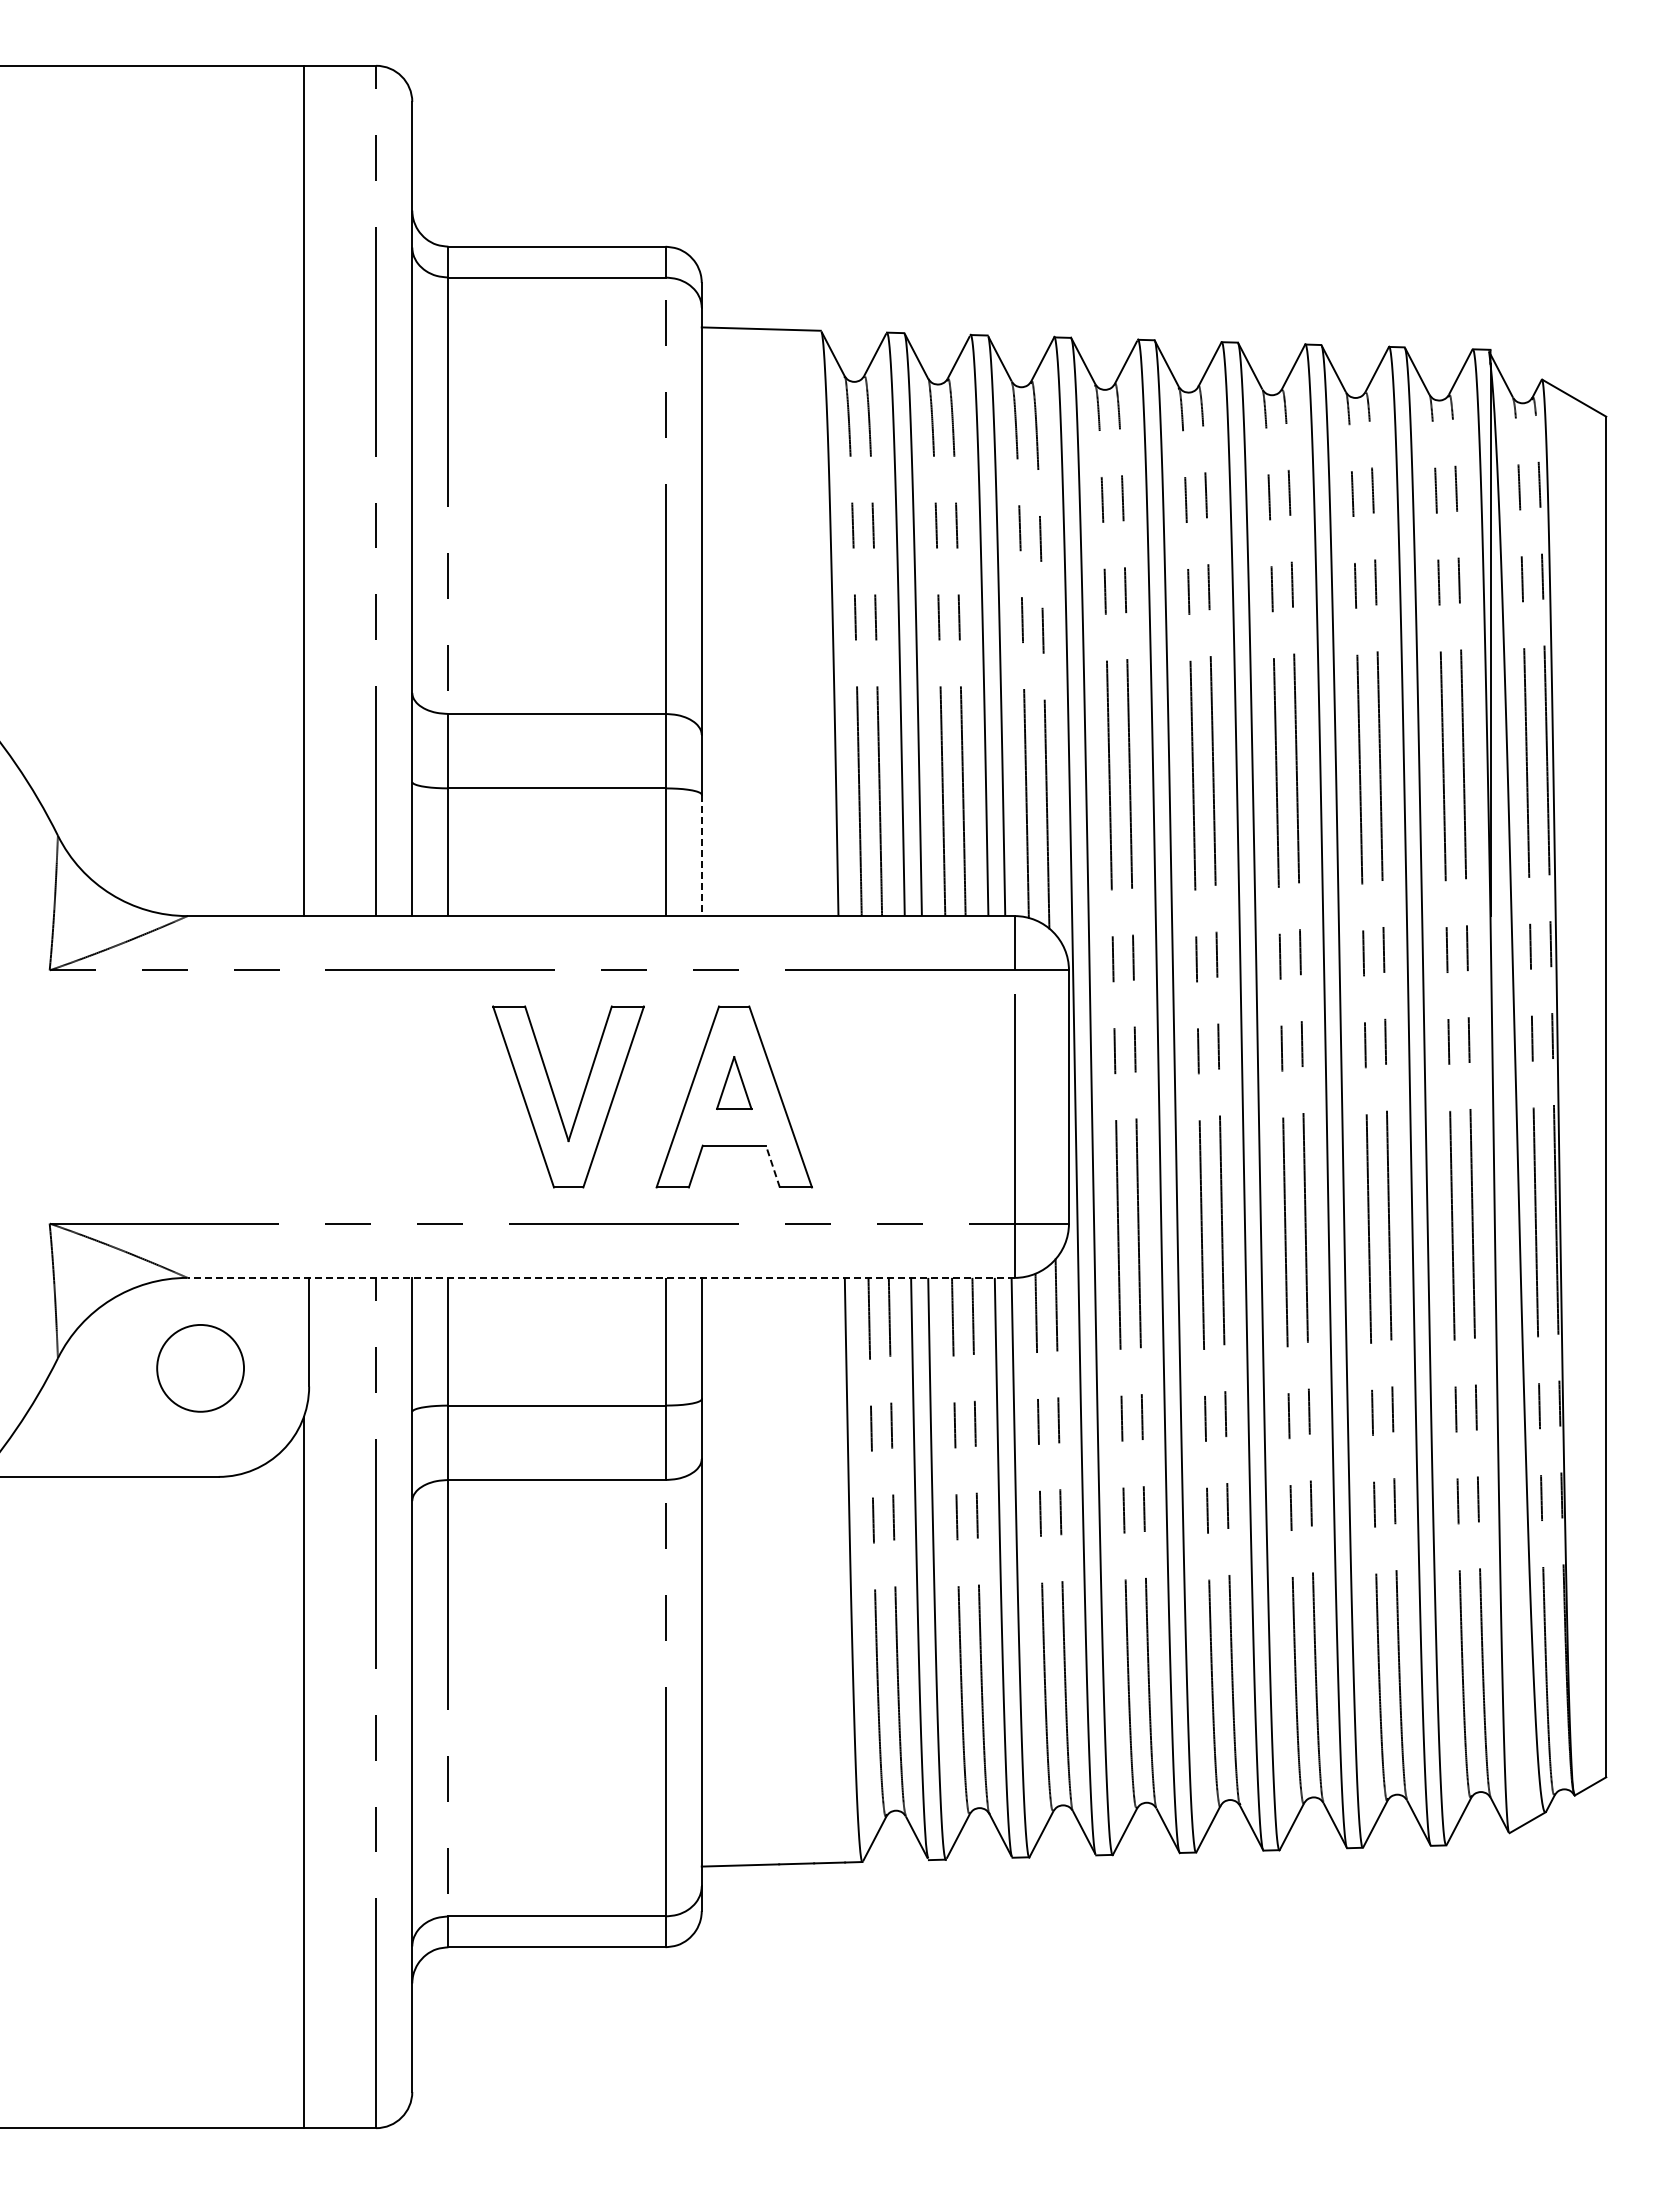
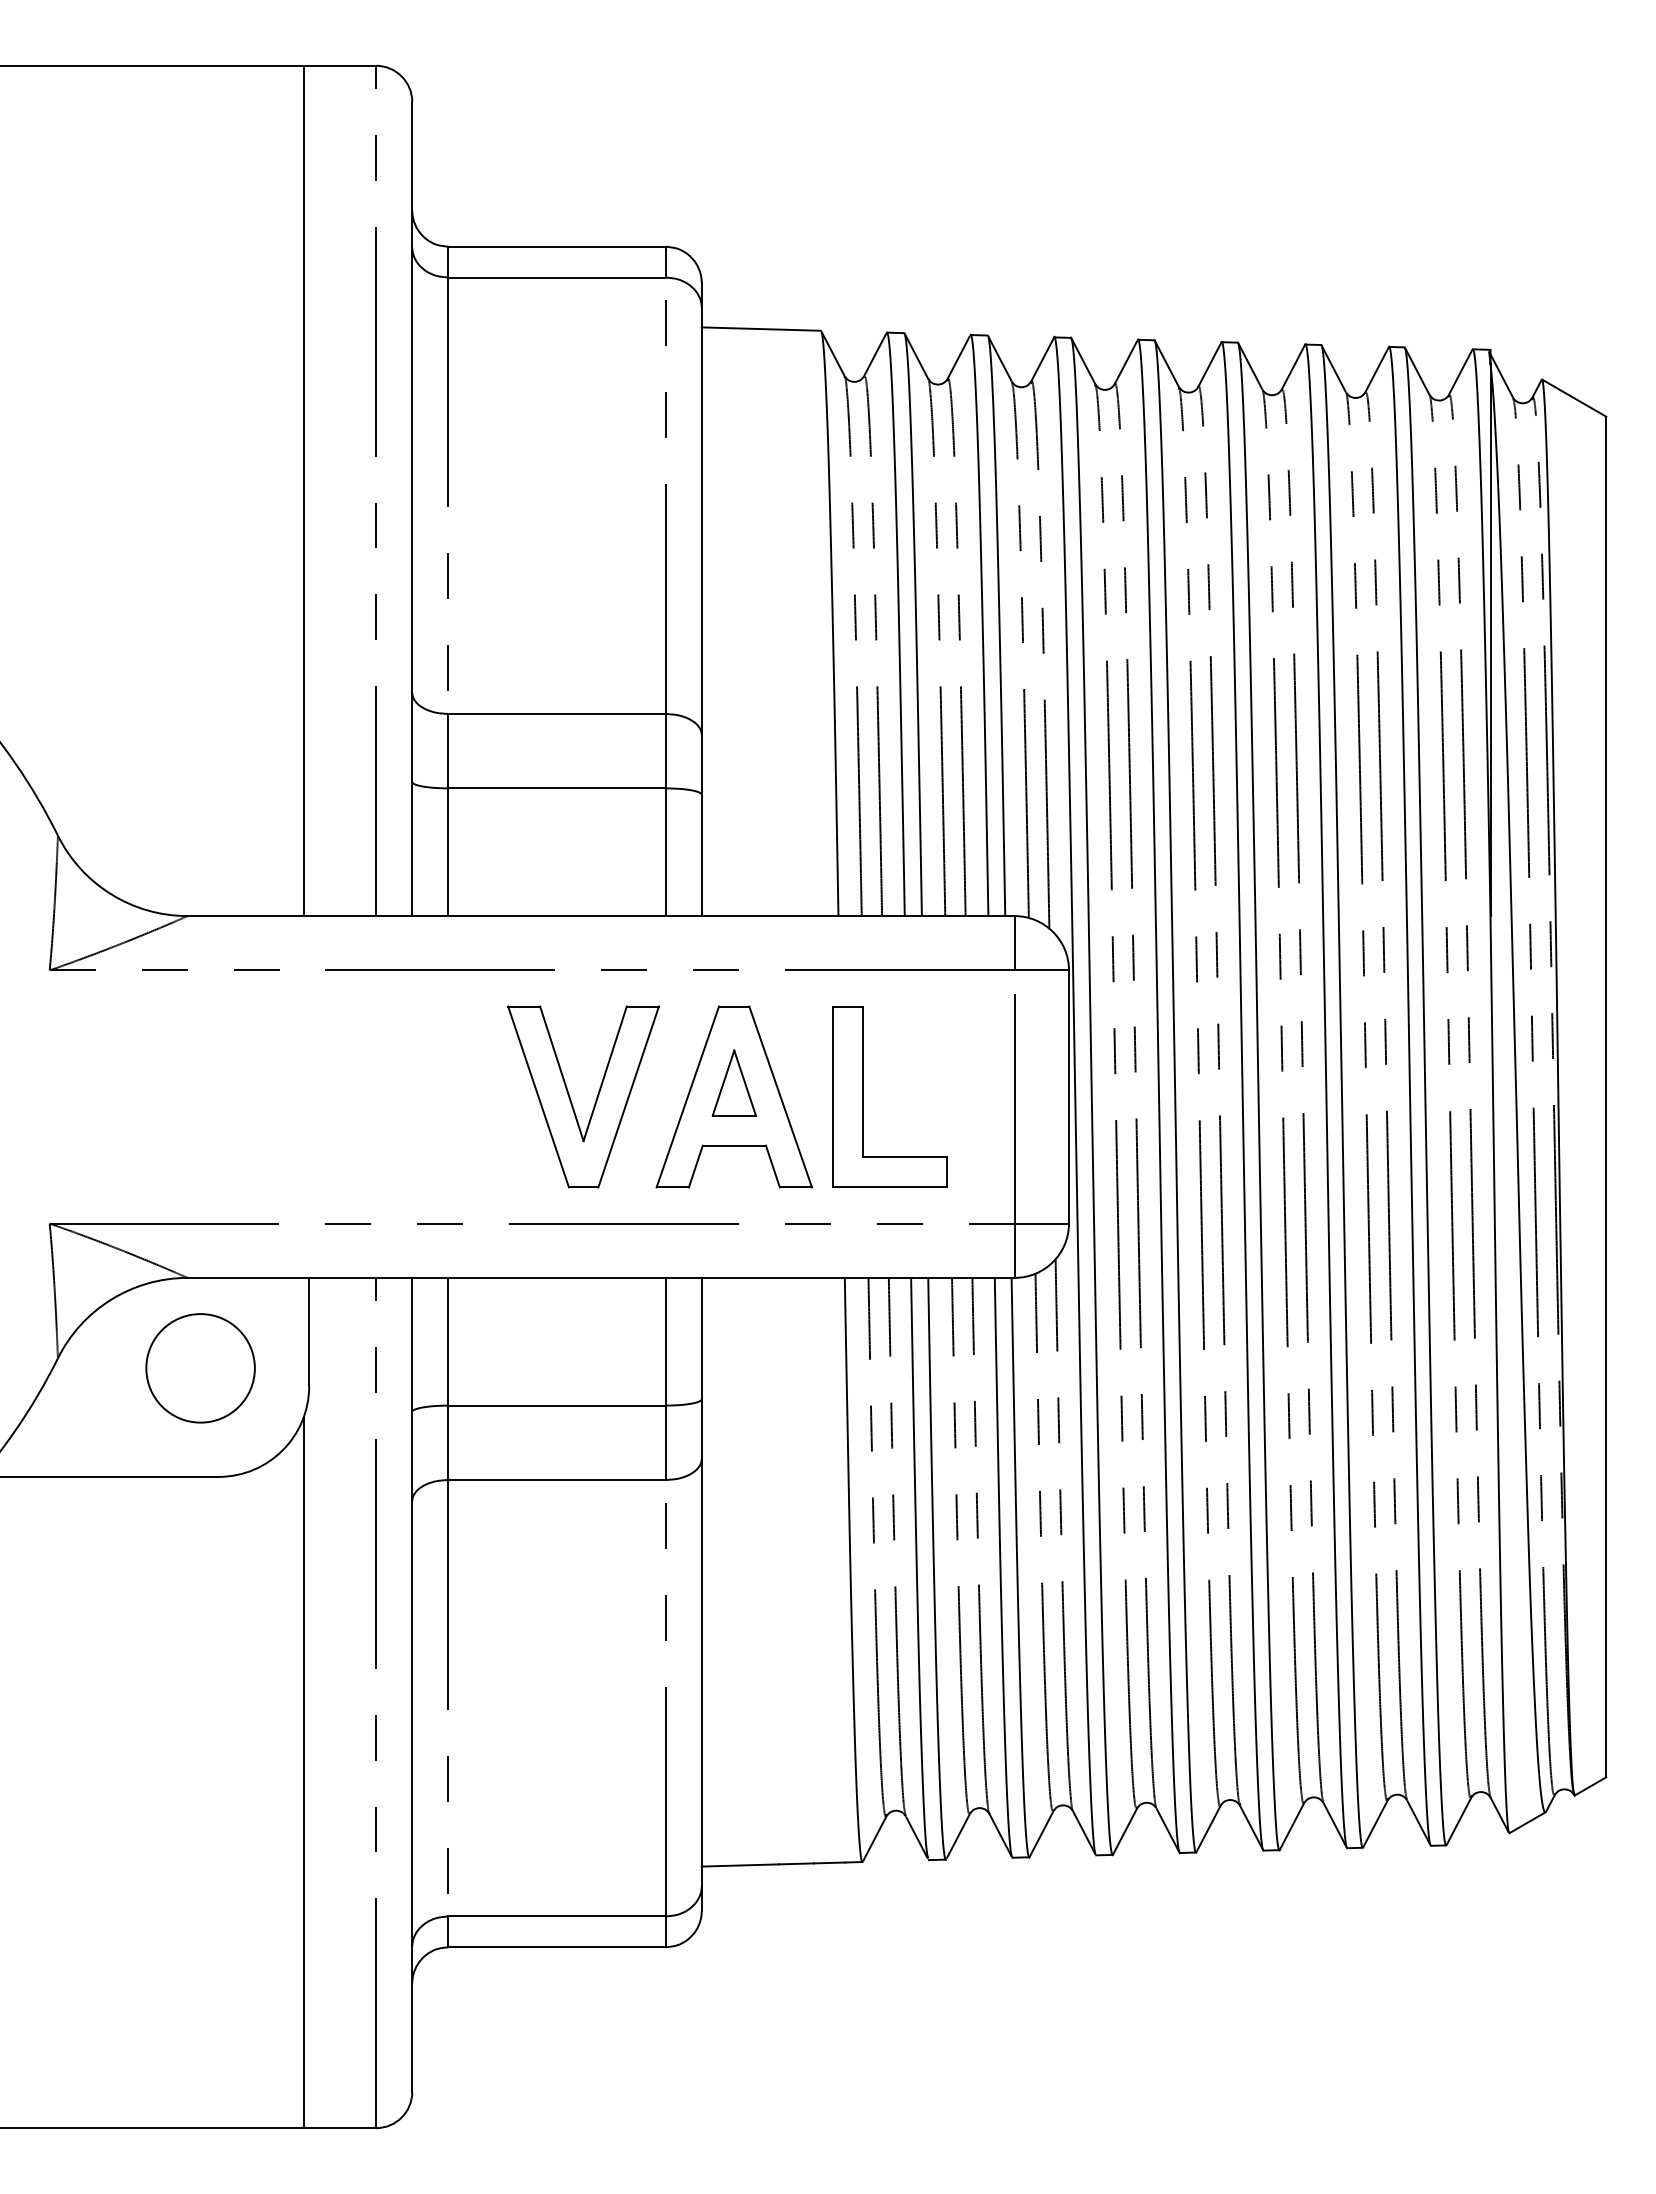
line at (701, 855): dashed -> solid
part at (734, 1082) size: 37x54 px -> 46x68 px
part at (863, 1096): none -> present
part at (556, 1099) position: (556, 1099) -> (571, 1099)
line at (772, 1166): dashed -> solid
line at (601, 1277): dashed -> solid
circle at (200, 1368) size: 89x89 px -> 111x111 px
